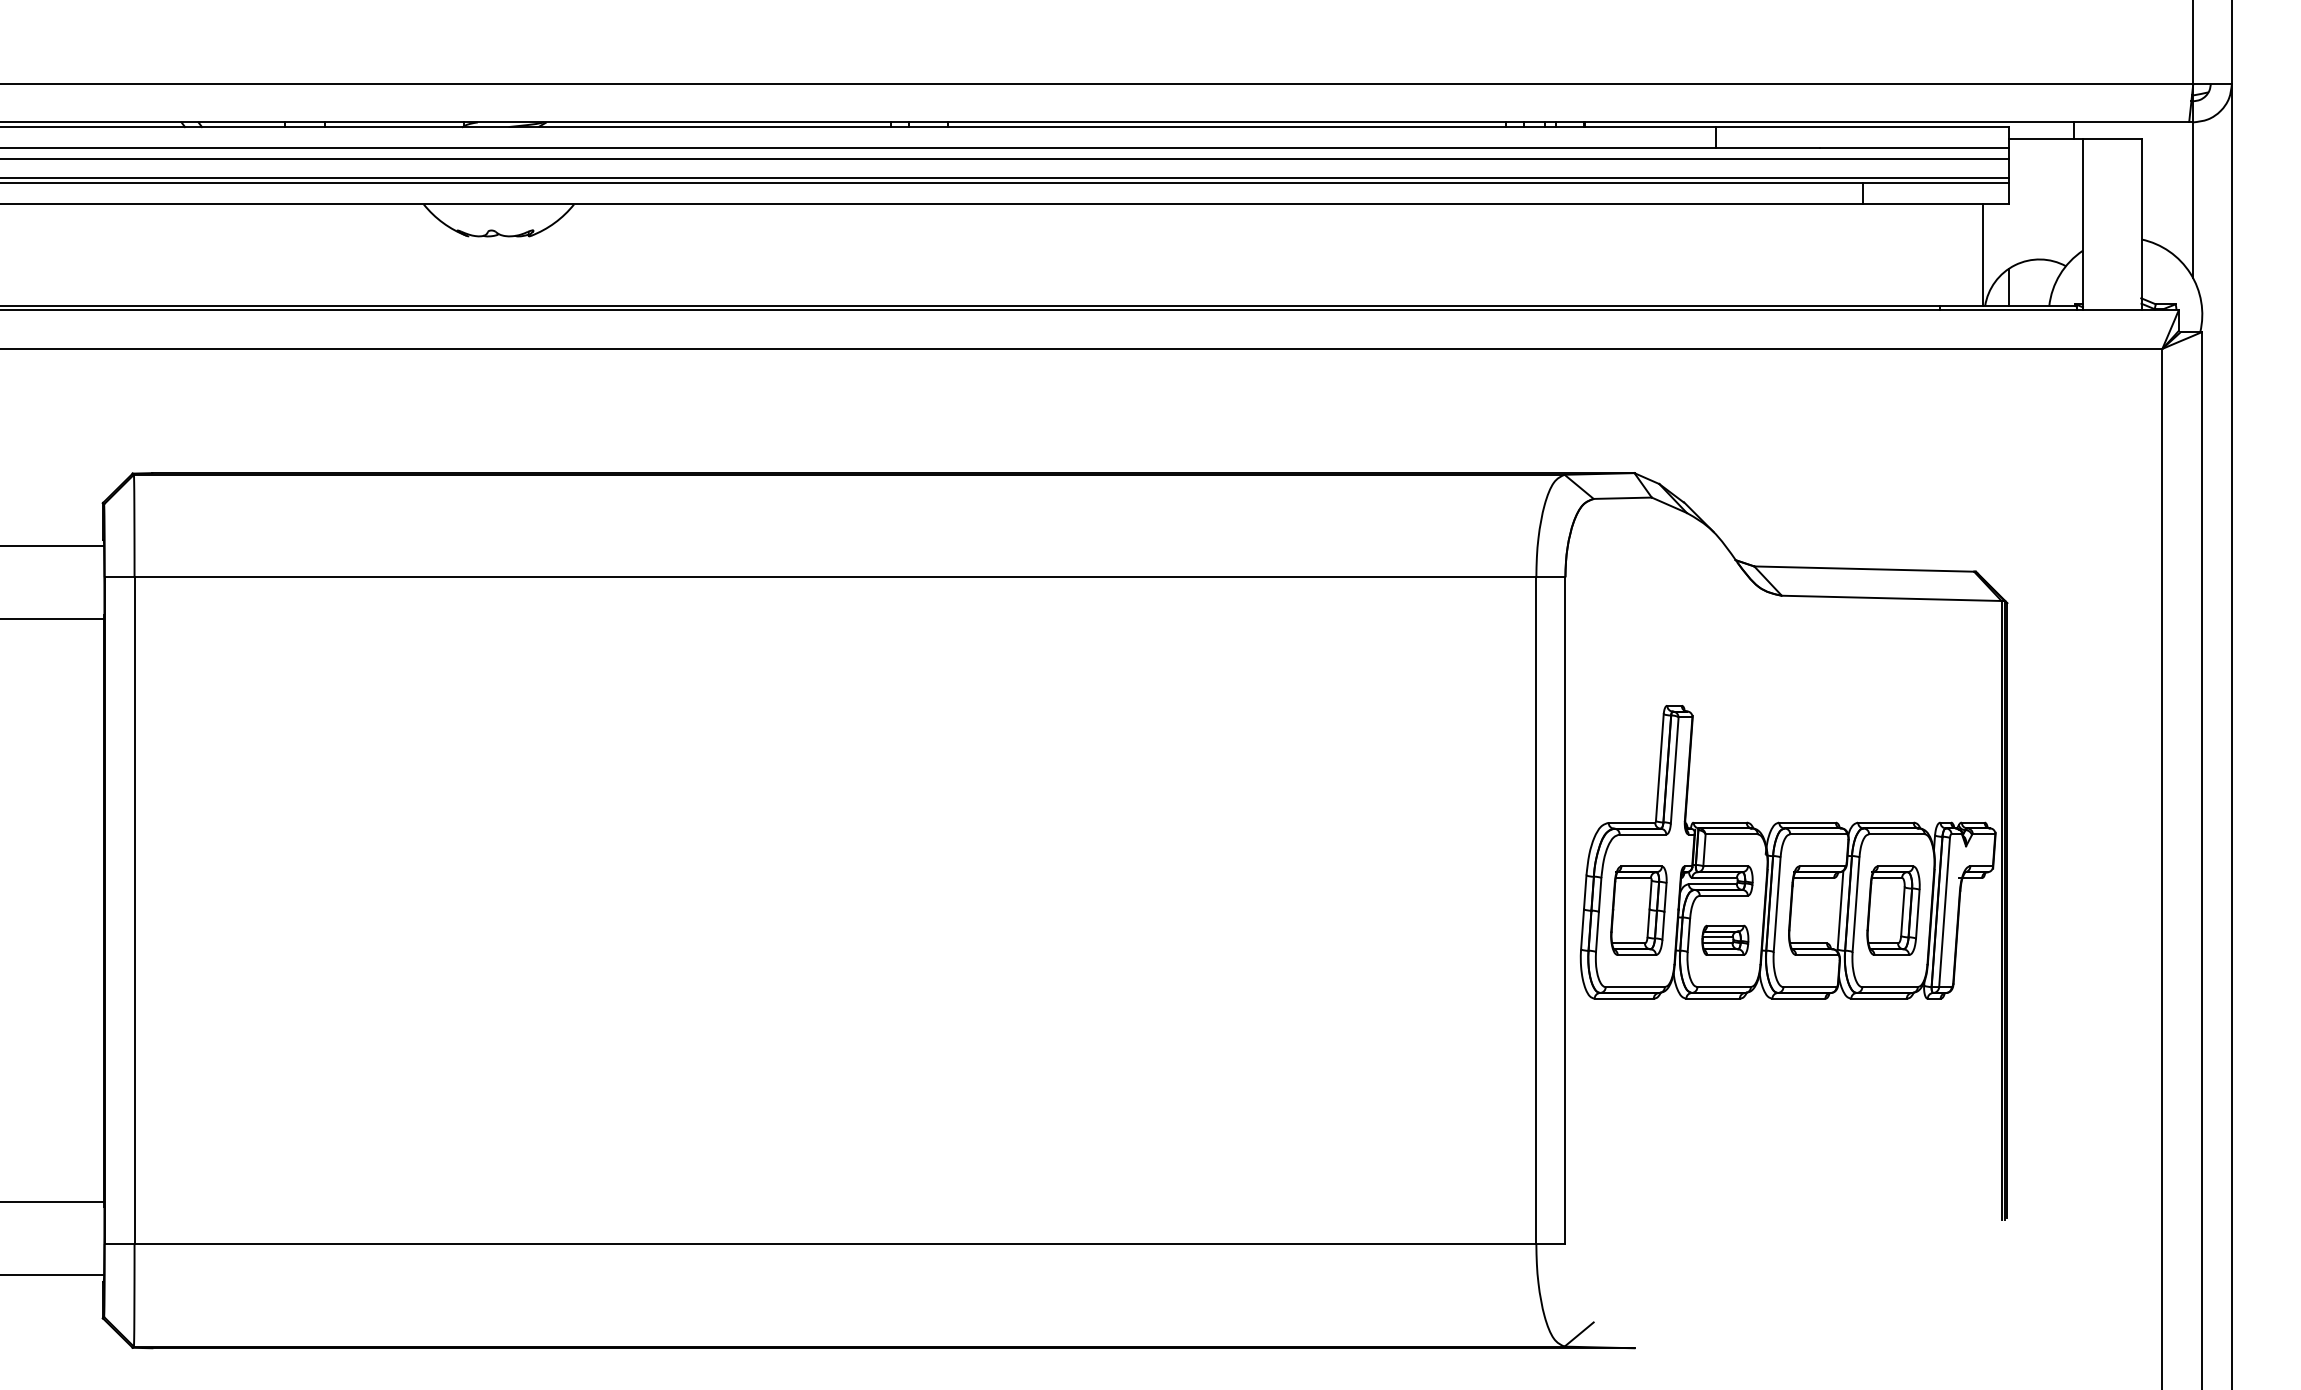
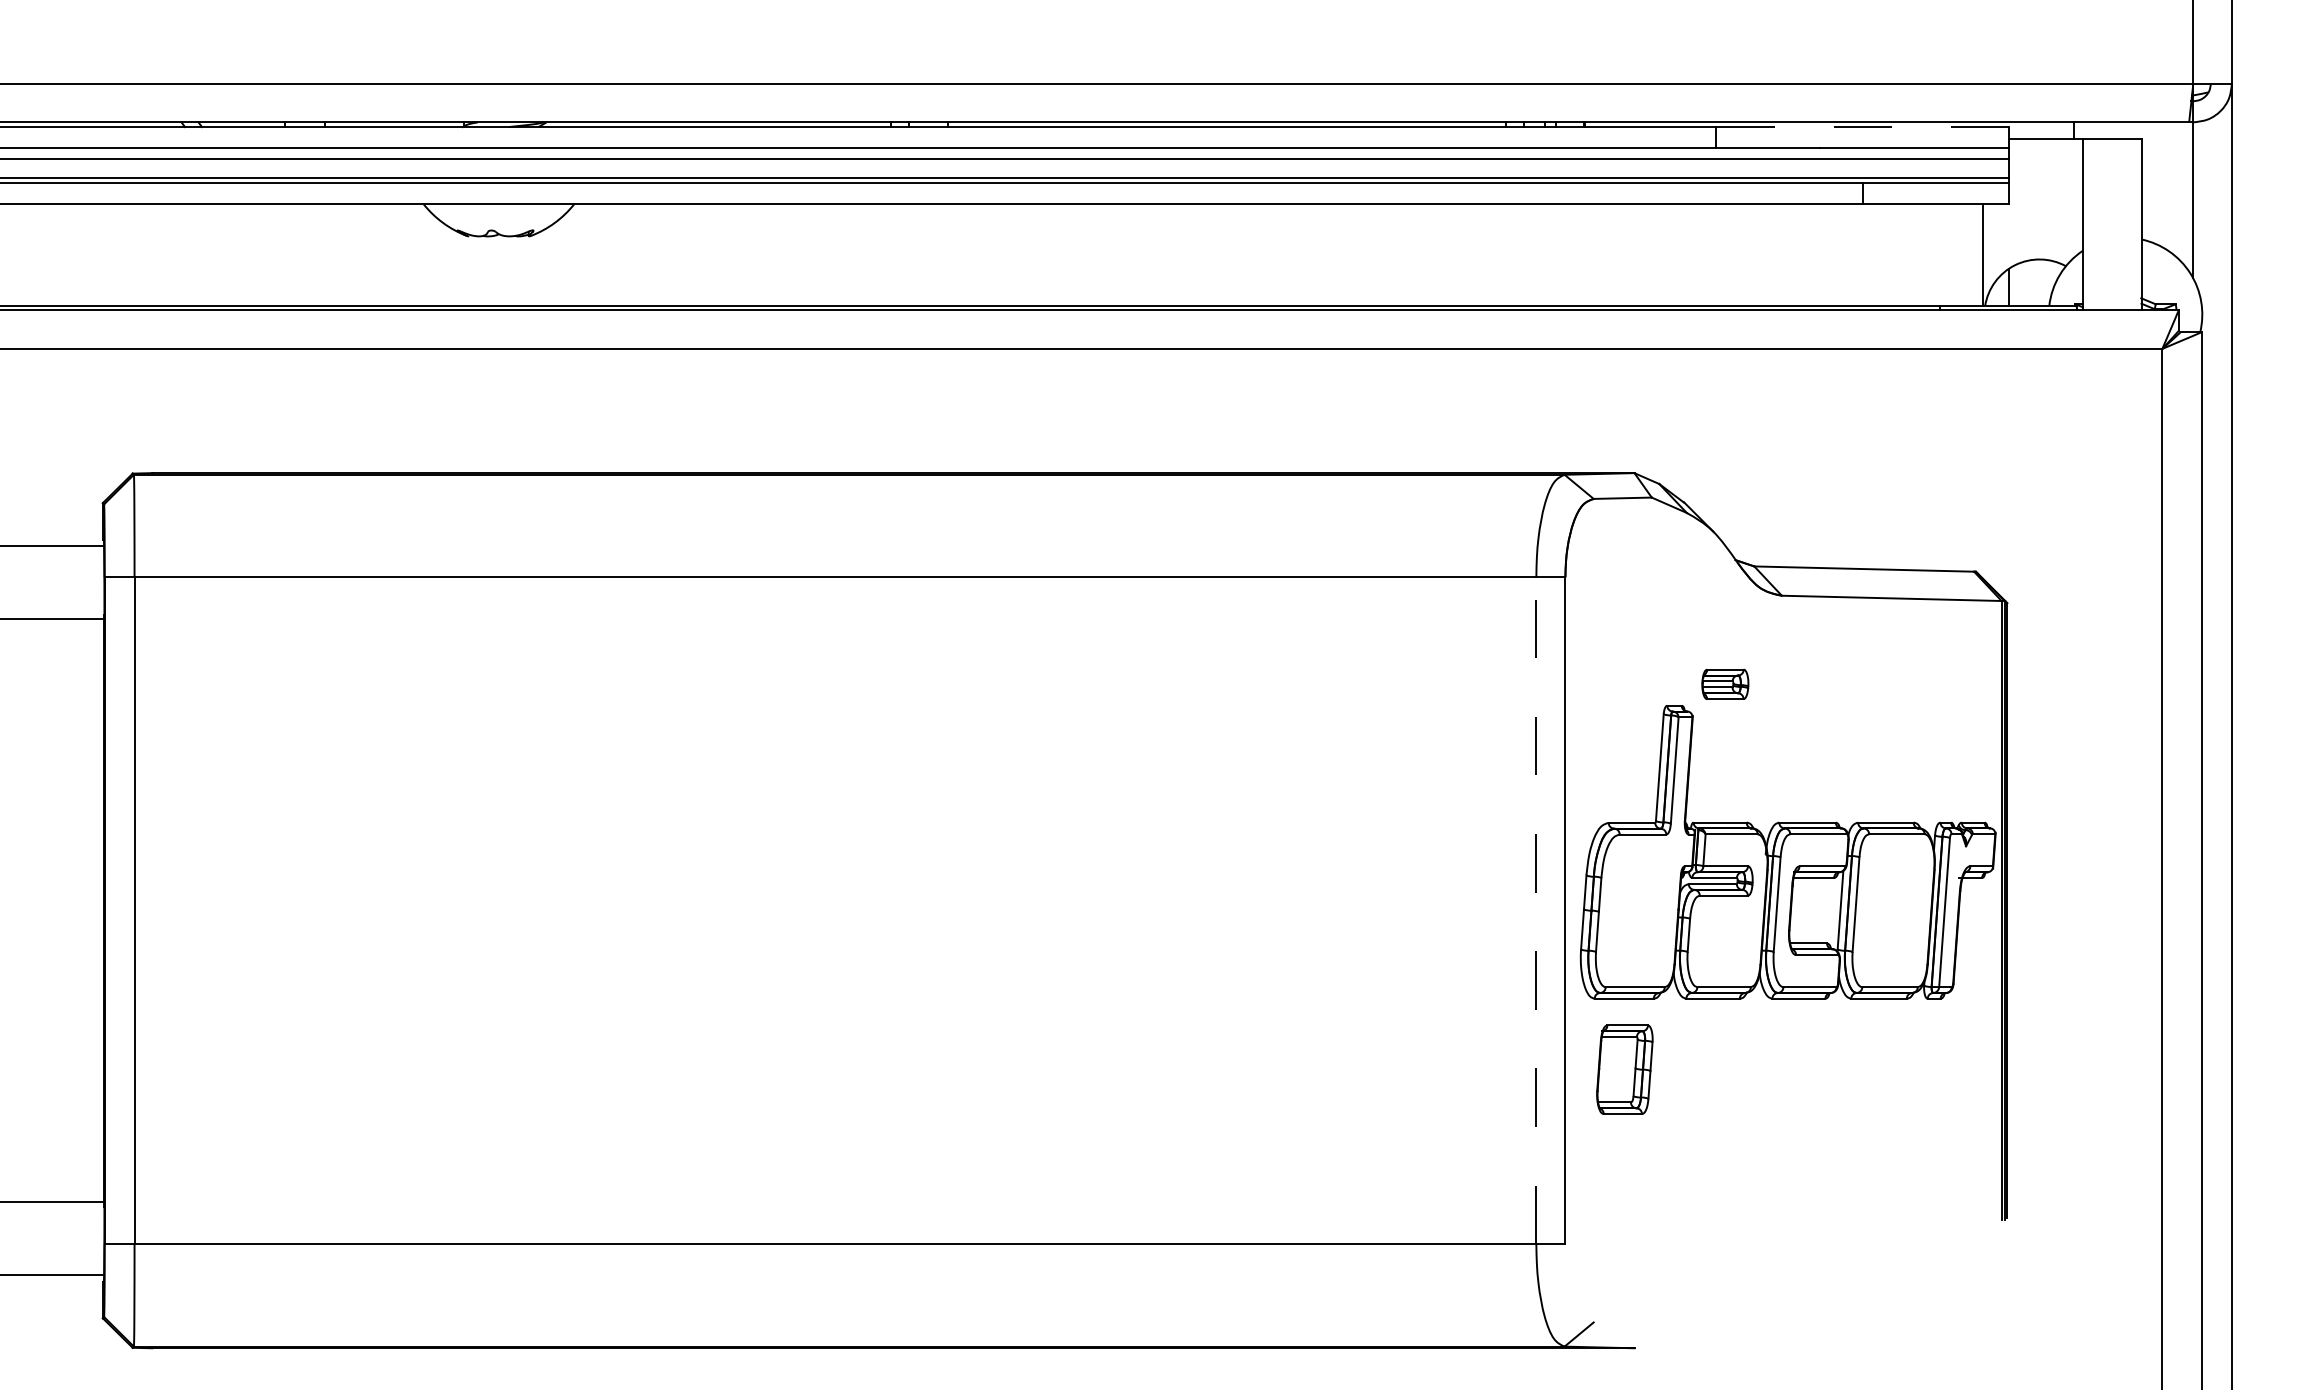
line at (1863, 127): solid -> dashed
line at (1536, 910): solid -> dashed
part at (1638, 910) position: (1638, 910) -> (1624, 1069)
part at (1893, 910): present -> none
part at (1725, 939) position: (1725, 939) -> (1725, 683)
